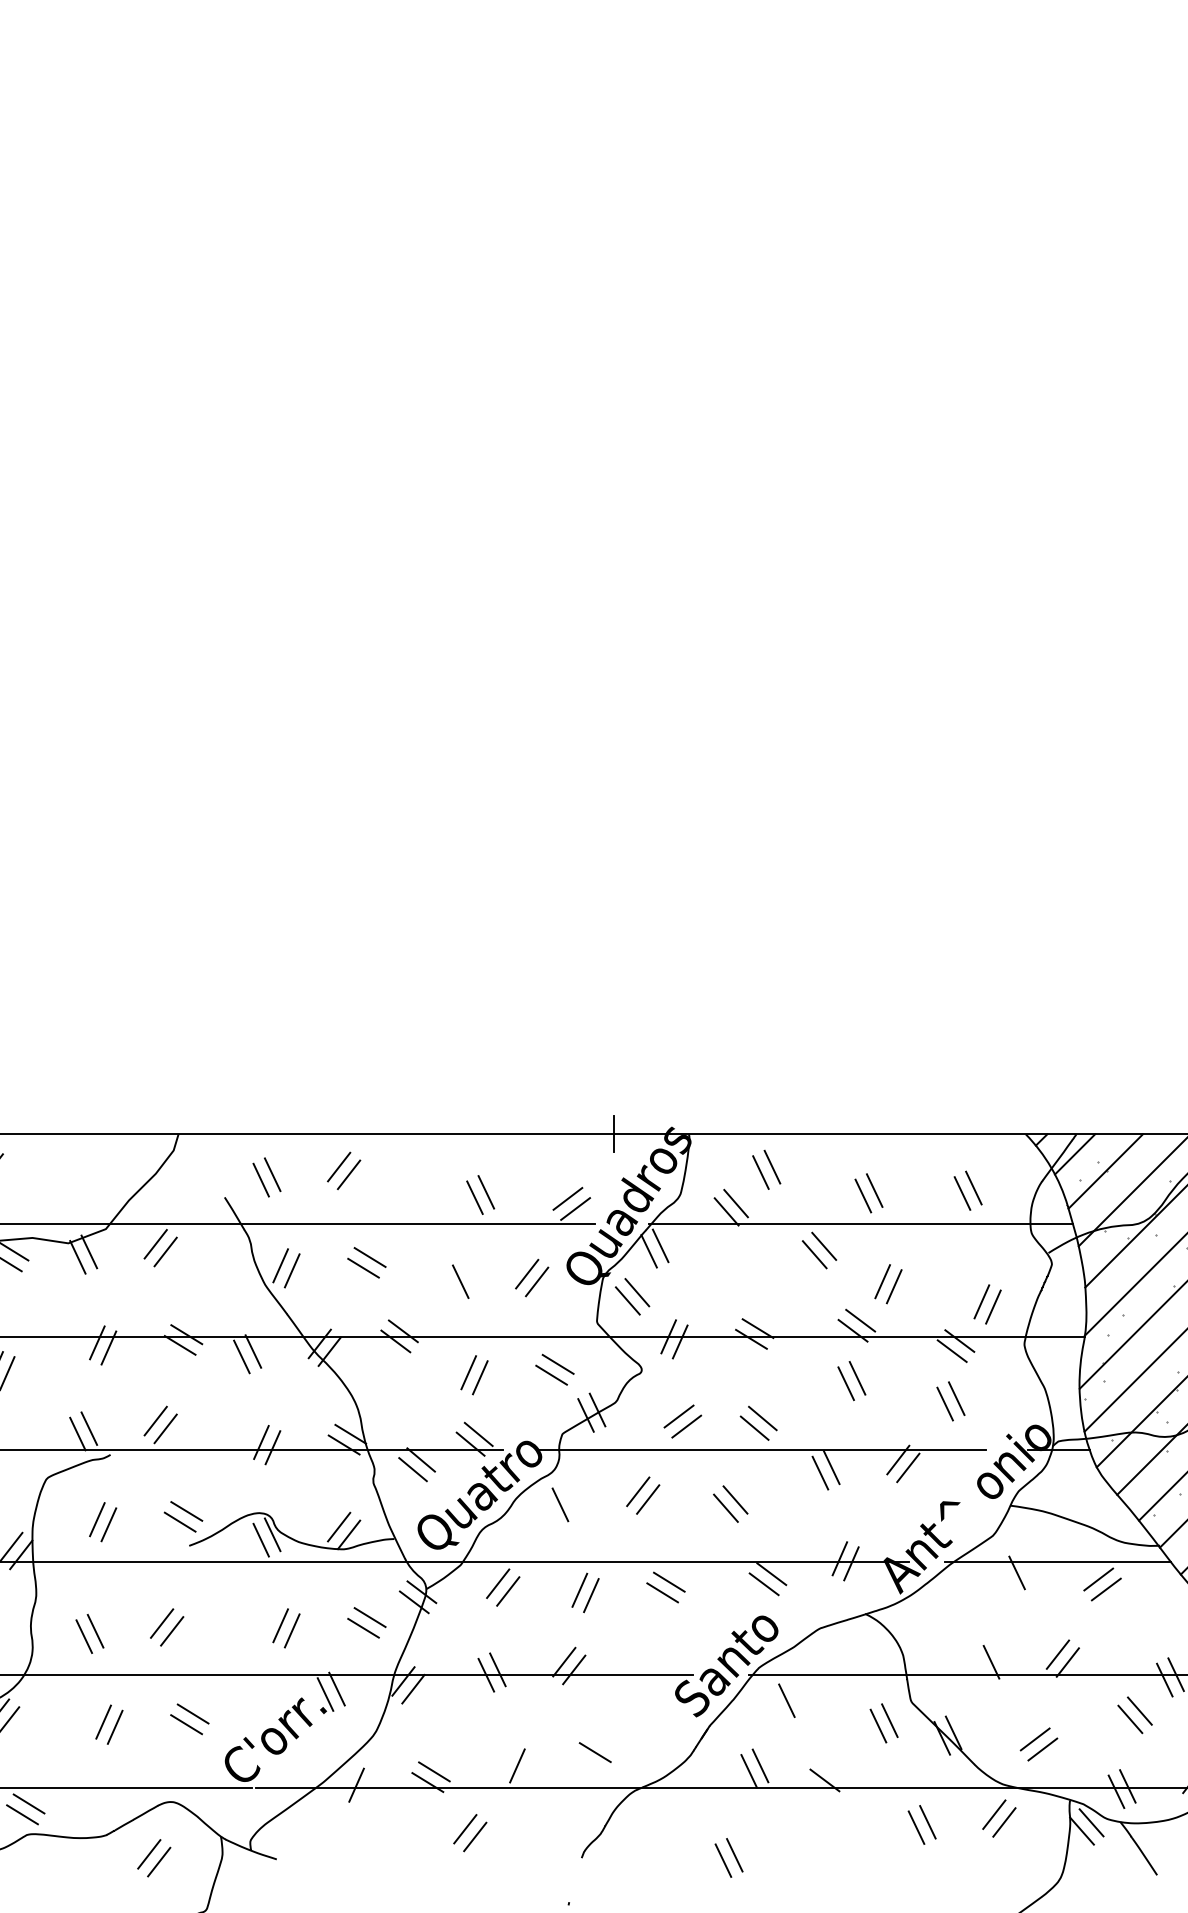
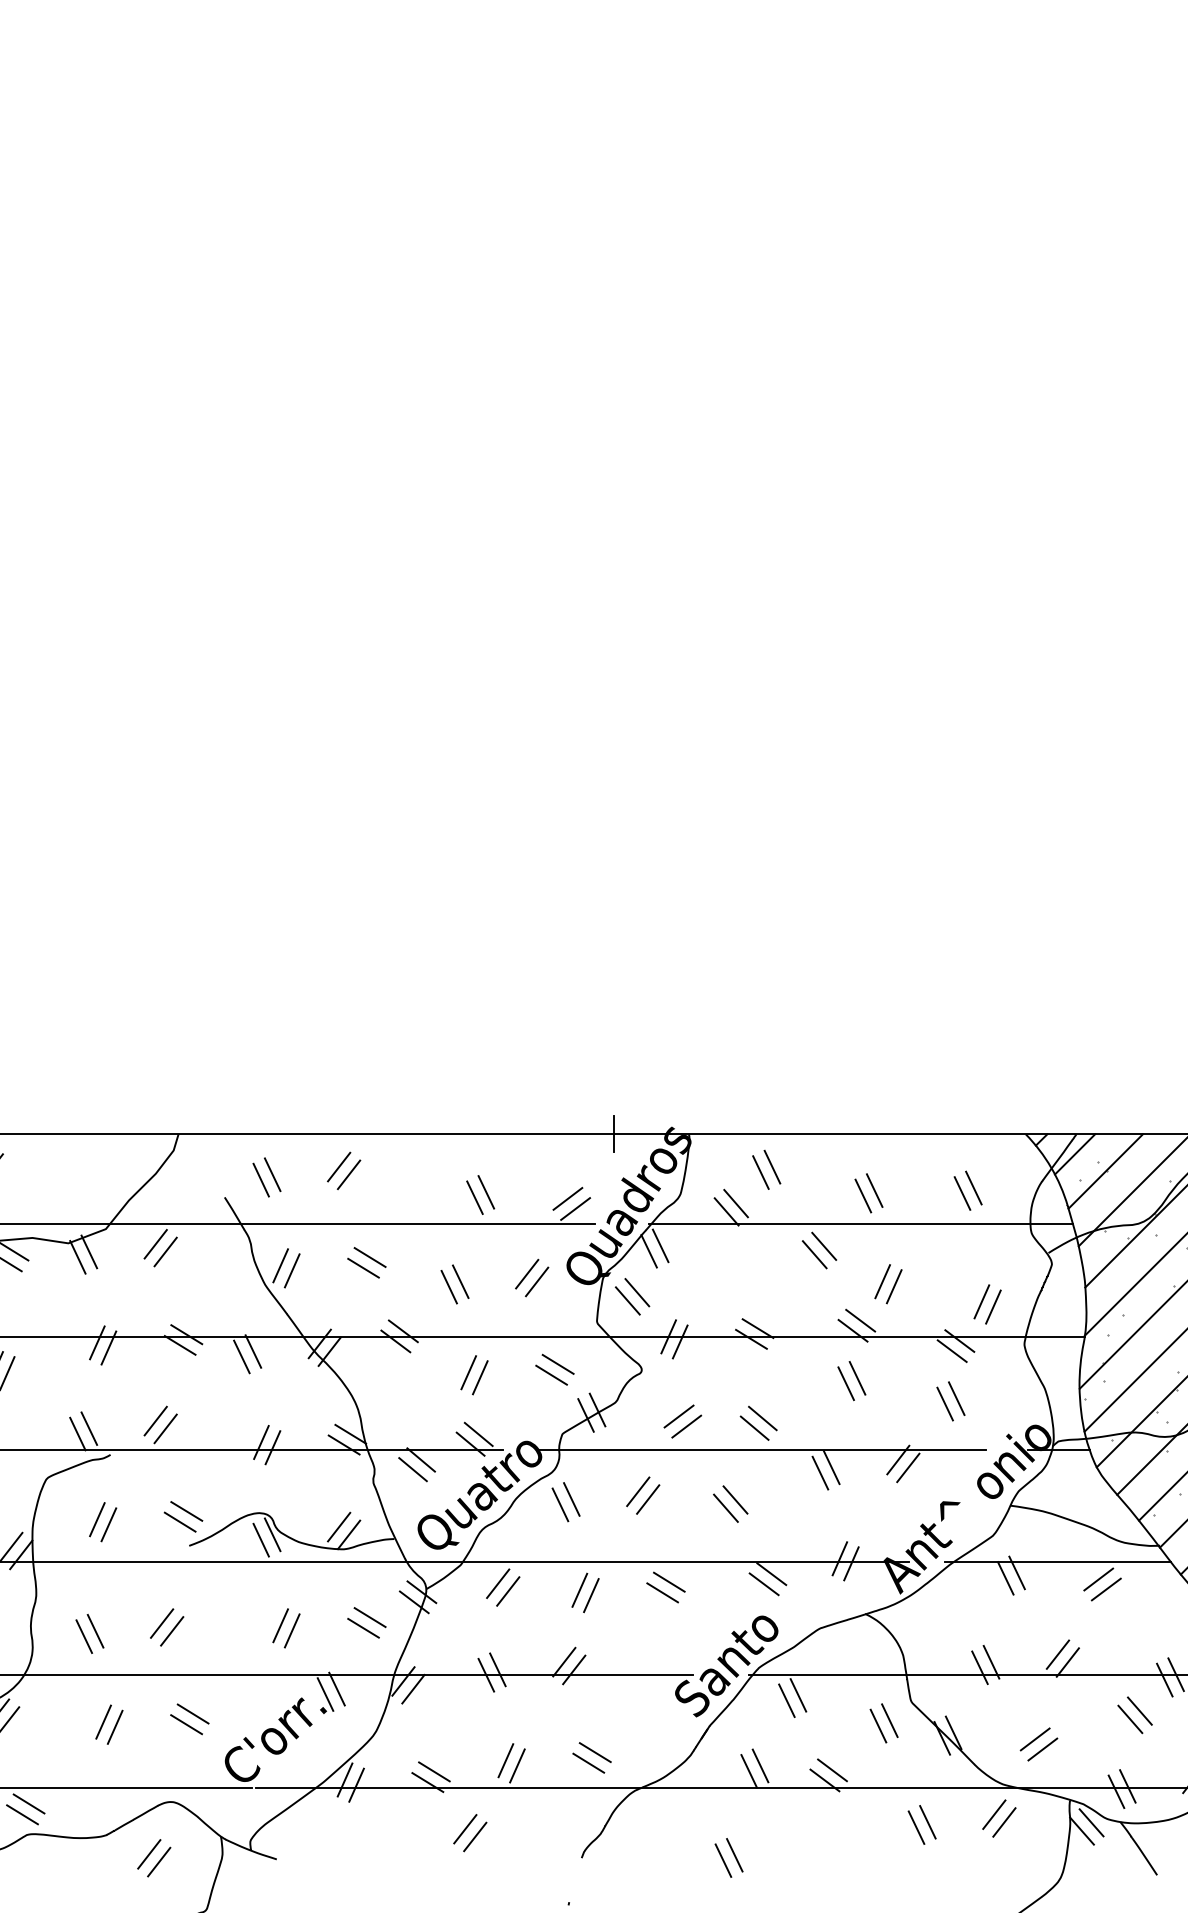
line at (448, 1286): none -> present
line at (571, 1499): none -> present
line at (1005, 1578): none -> present
line at (979, 1667): none -> present
line at (798, 1695): none -> present
line at (505, 1760): none -> present
line at (588, 1762): none -> present
line at (832, 1770): none -> present
line at (344, 1779): none -> present
